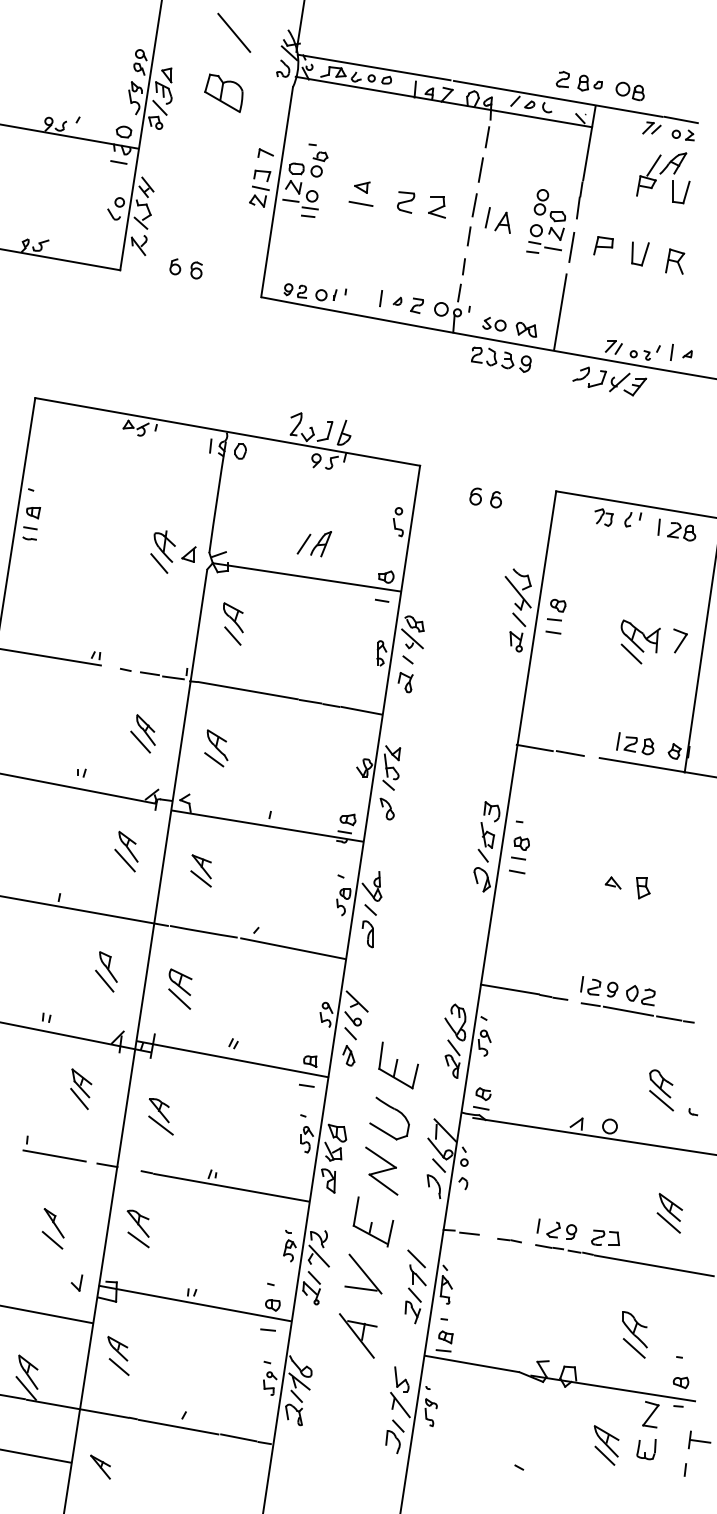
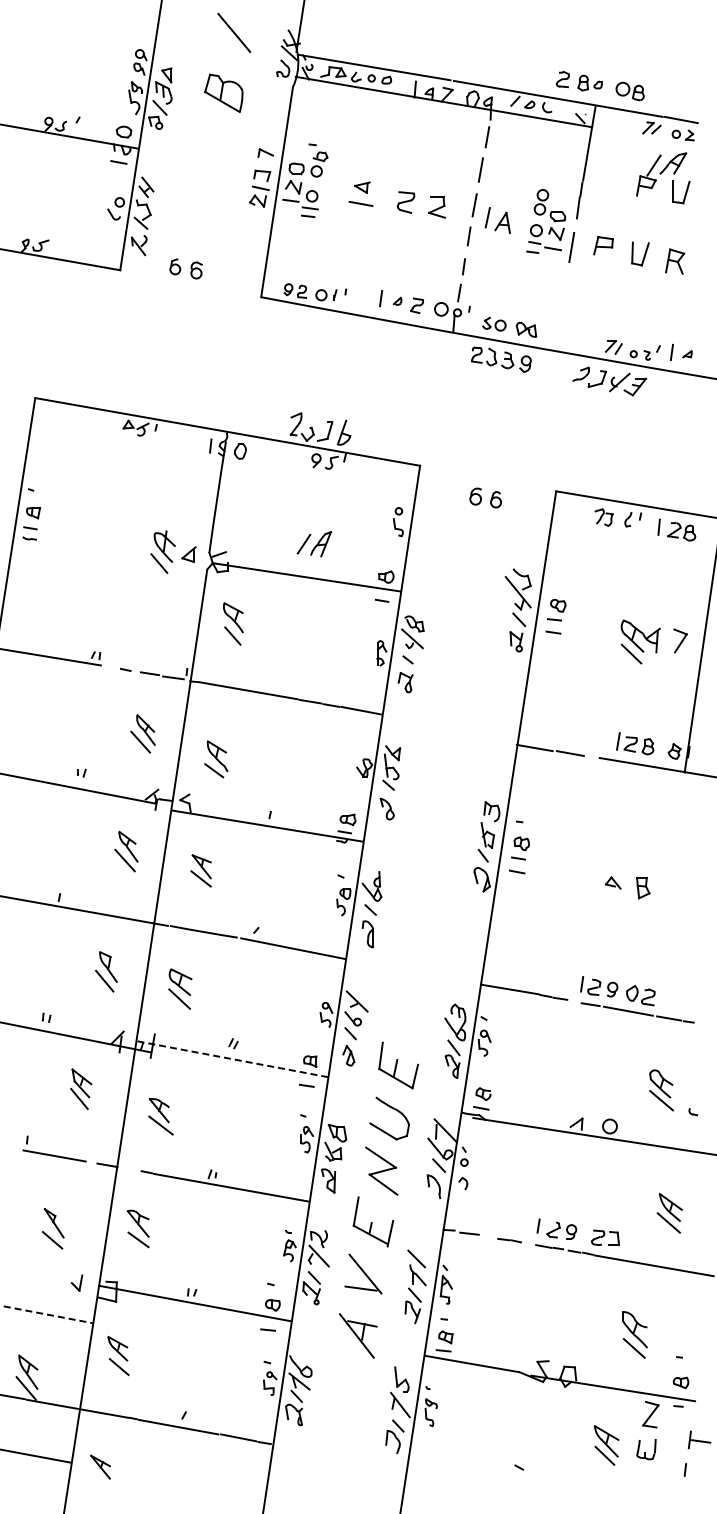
line at (560, 311): present -> none
part at (216, 748) position: (216, 748) -> (216, 759)
line at (233, 1059): solid -> dashed
line at (46, 1314): solid -> dashed
